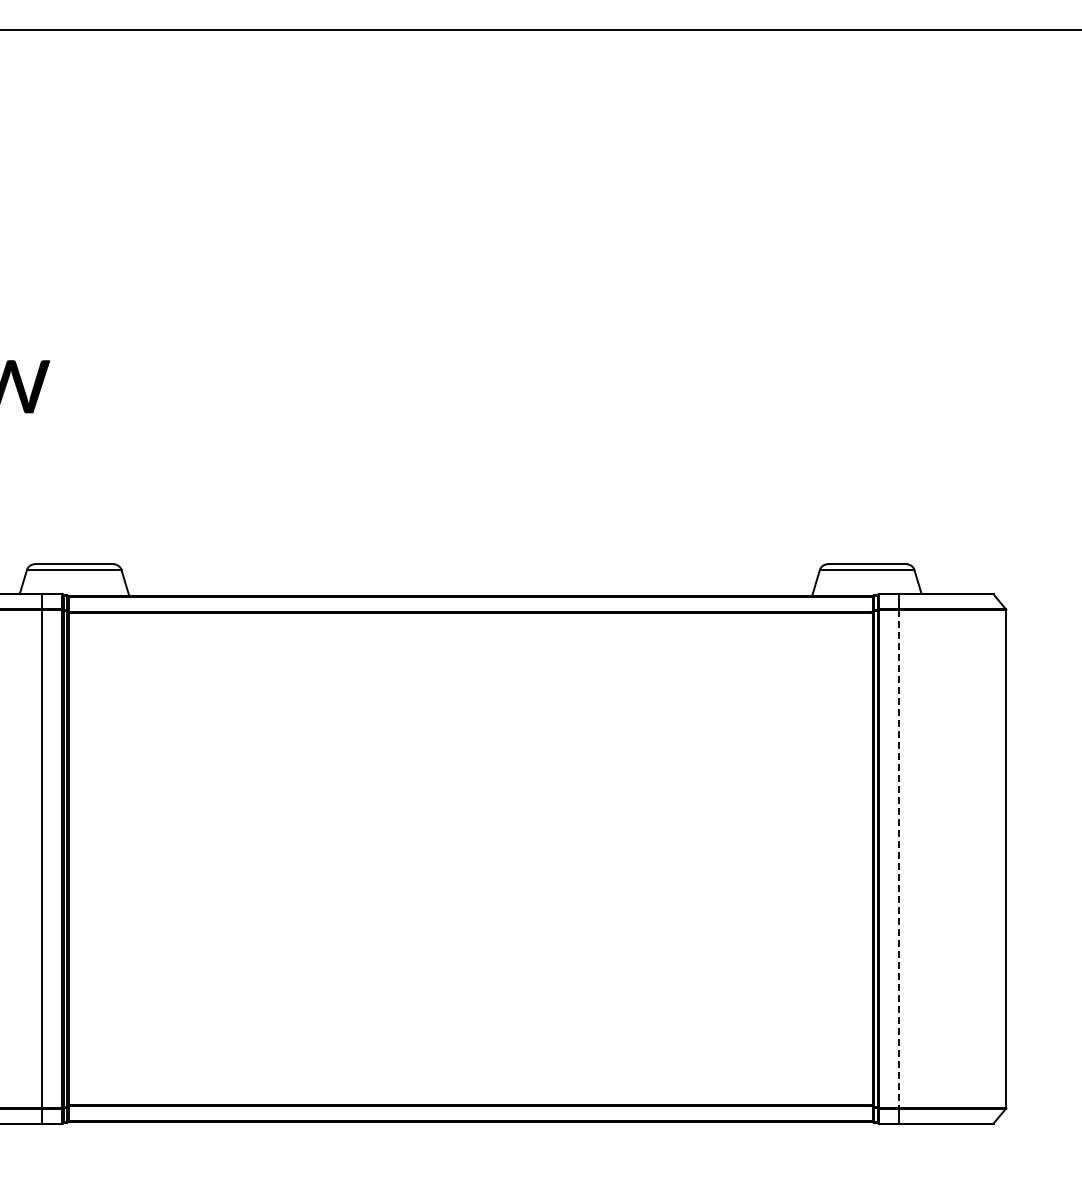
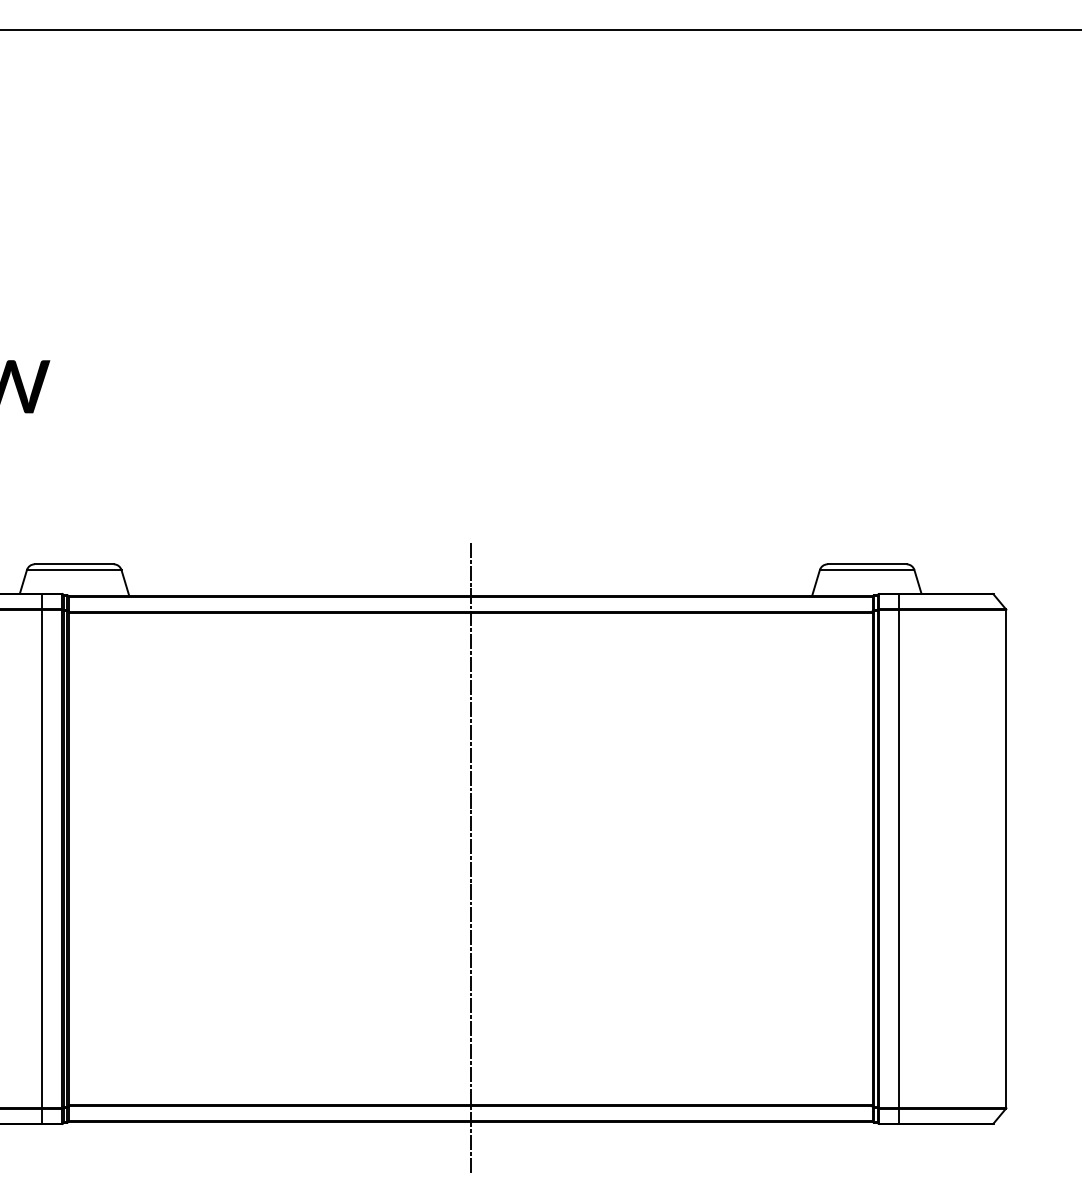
line at (470, 858): none -> present
line at (899, 858): dashed -> solid
